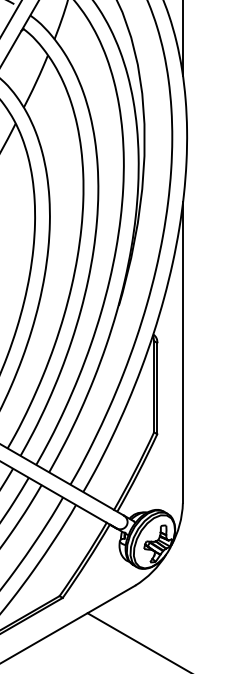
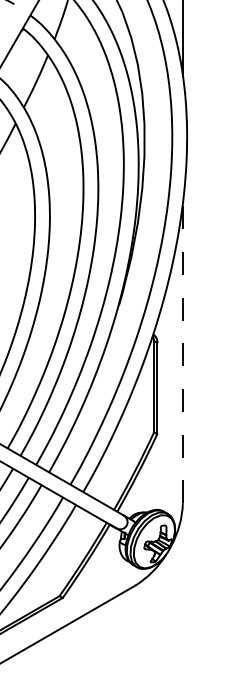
line at (11, 18): present -> none
line at (182, 352): solid -> dashed
line at (137, 641): present -> none
